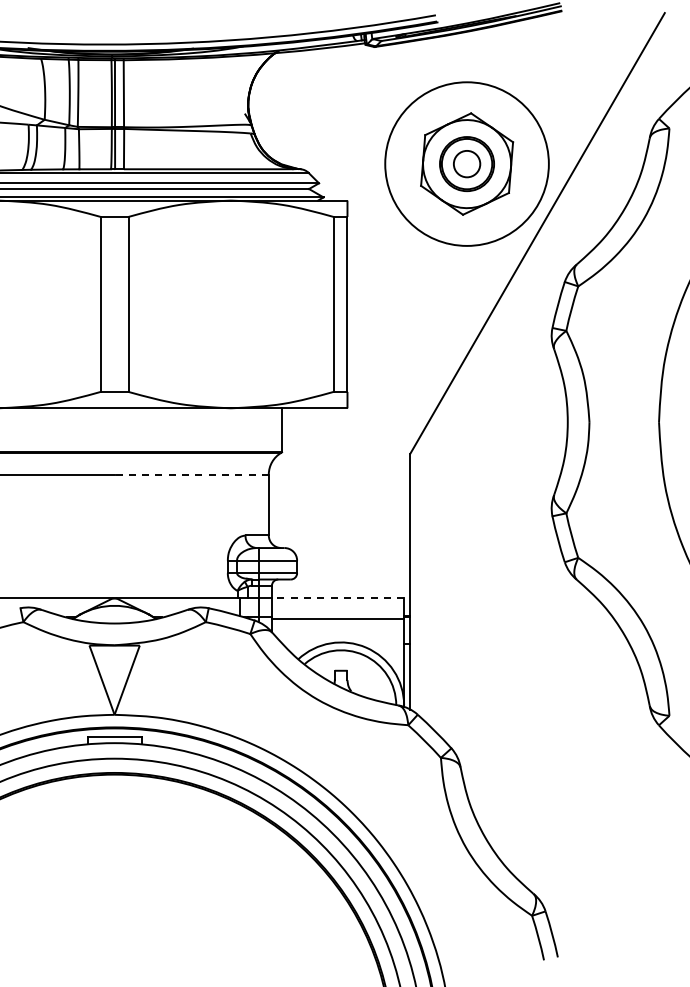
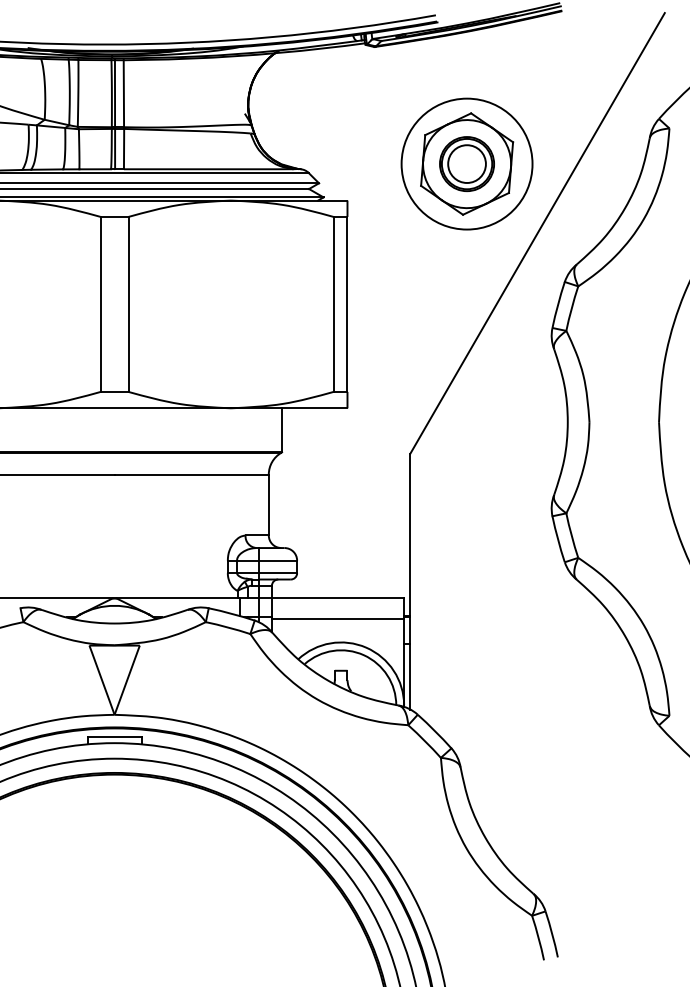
circle at (466, 163) diameter: 164 px -> 131 px
circle at (466, 163) diameter: 26 px -> 38 px
line at (191, 474): dashed -> solid
line at (337, 598): dashed -> solid
